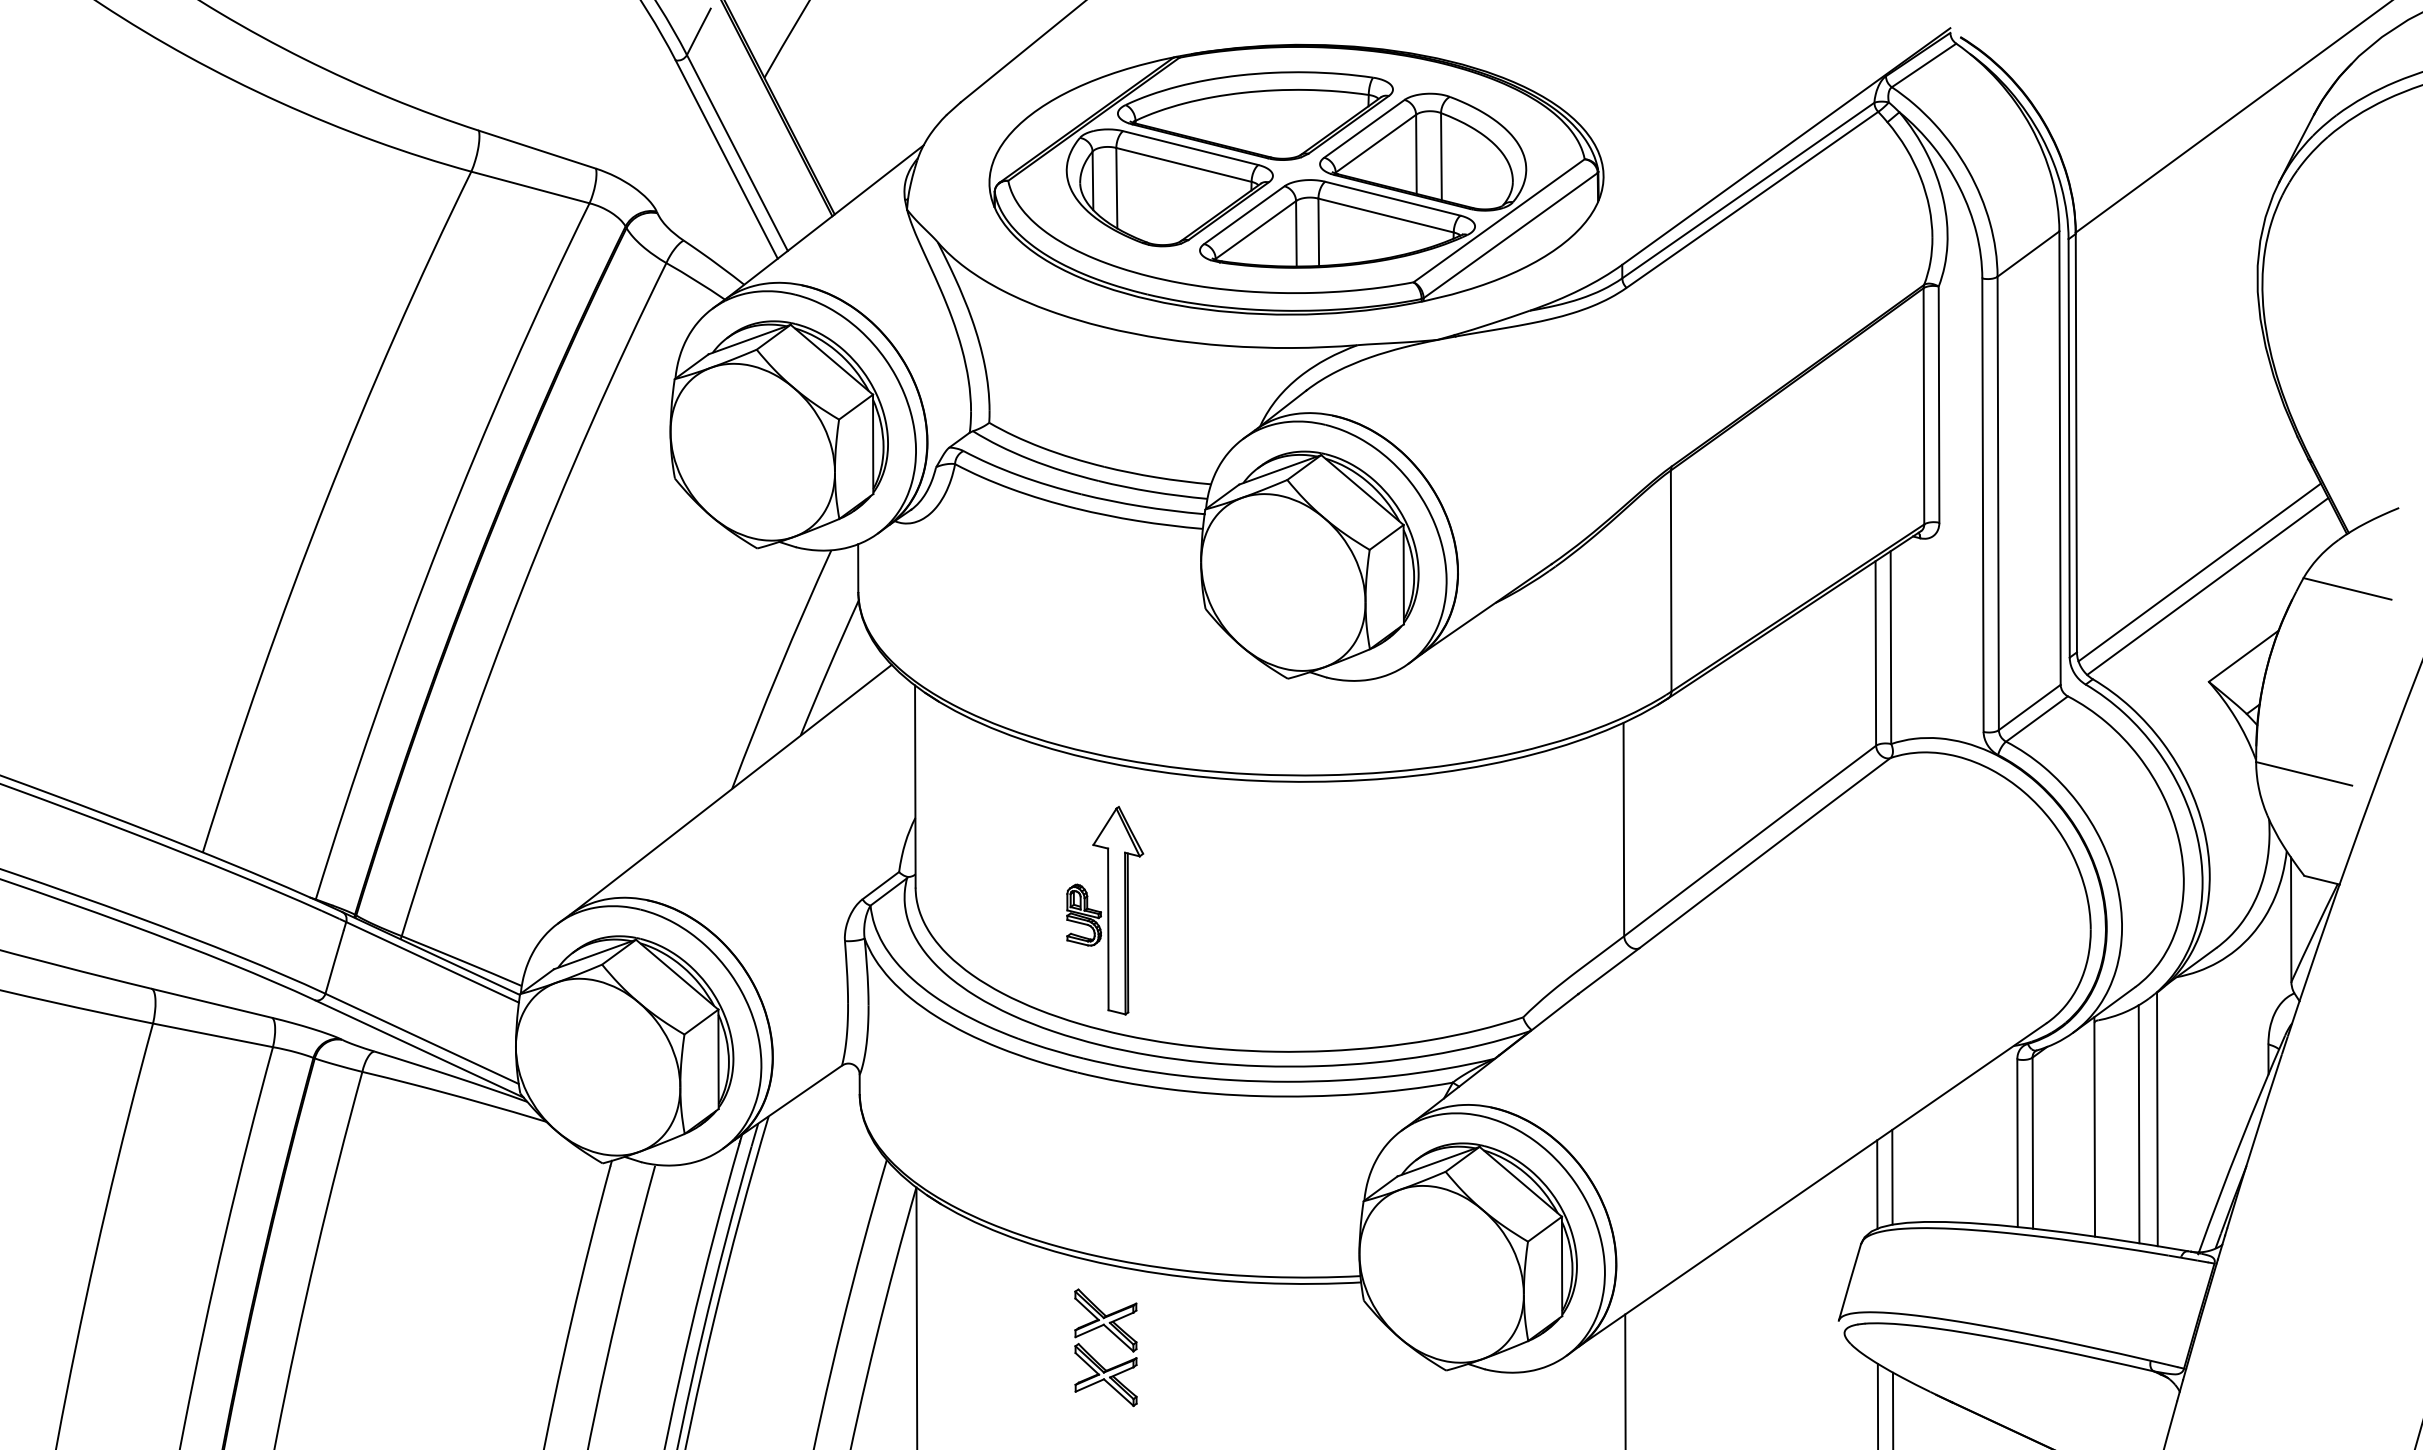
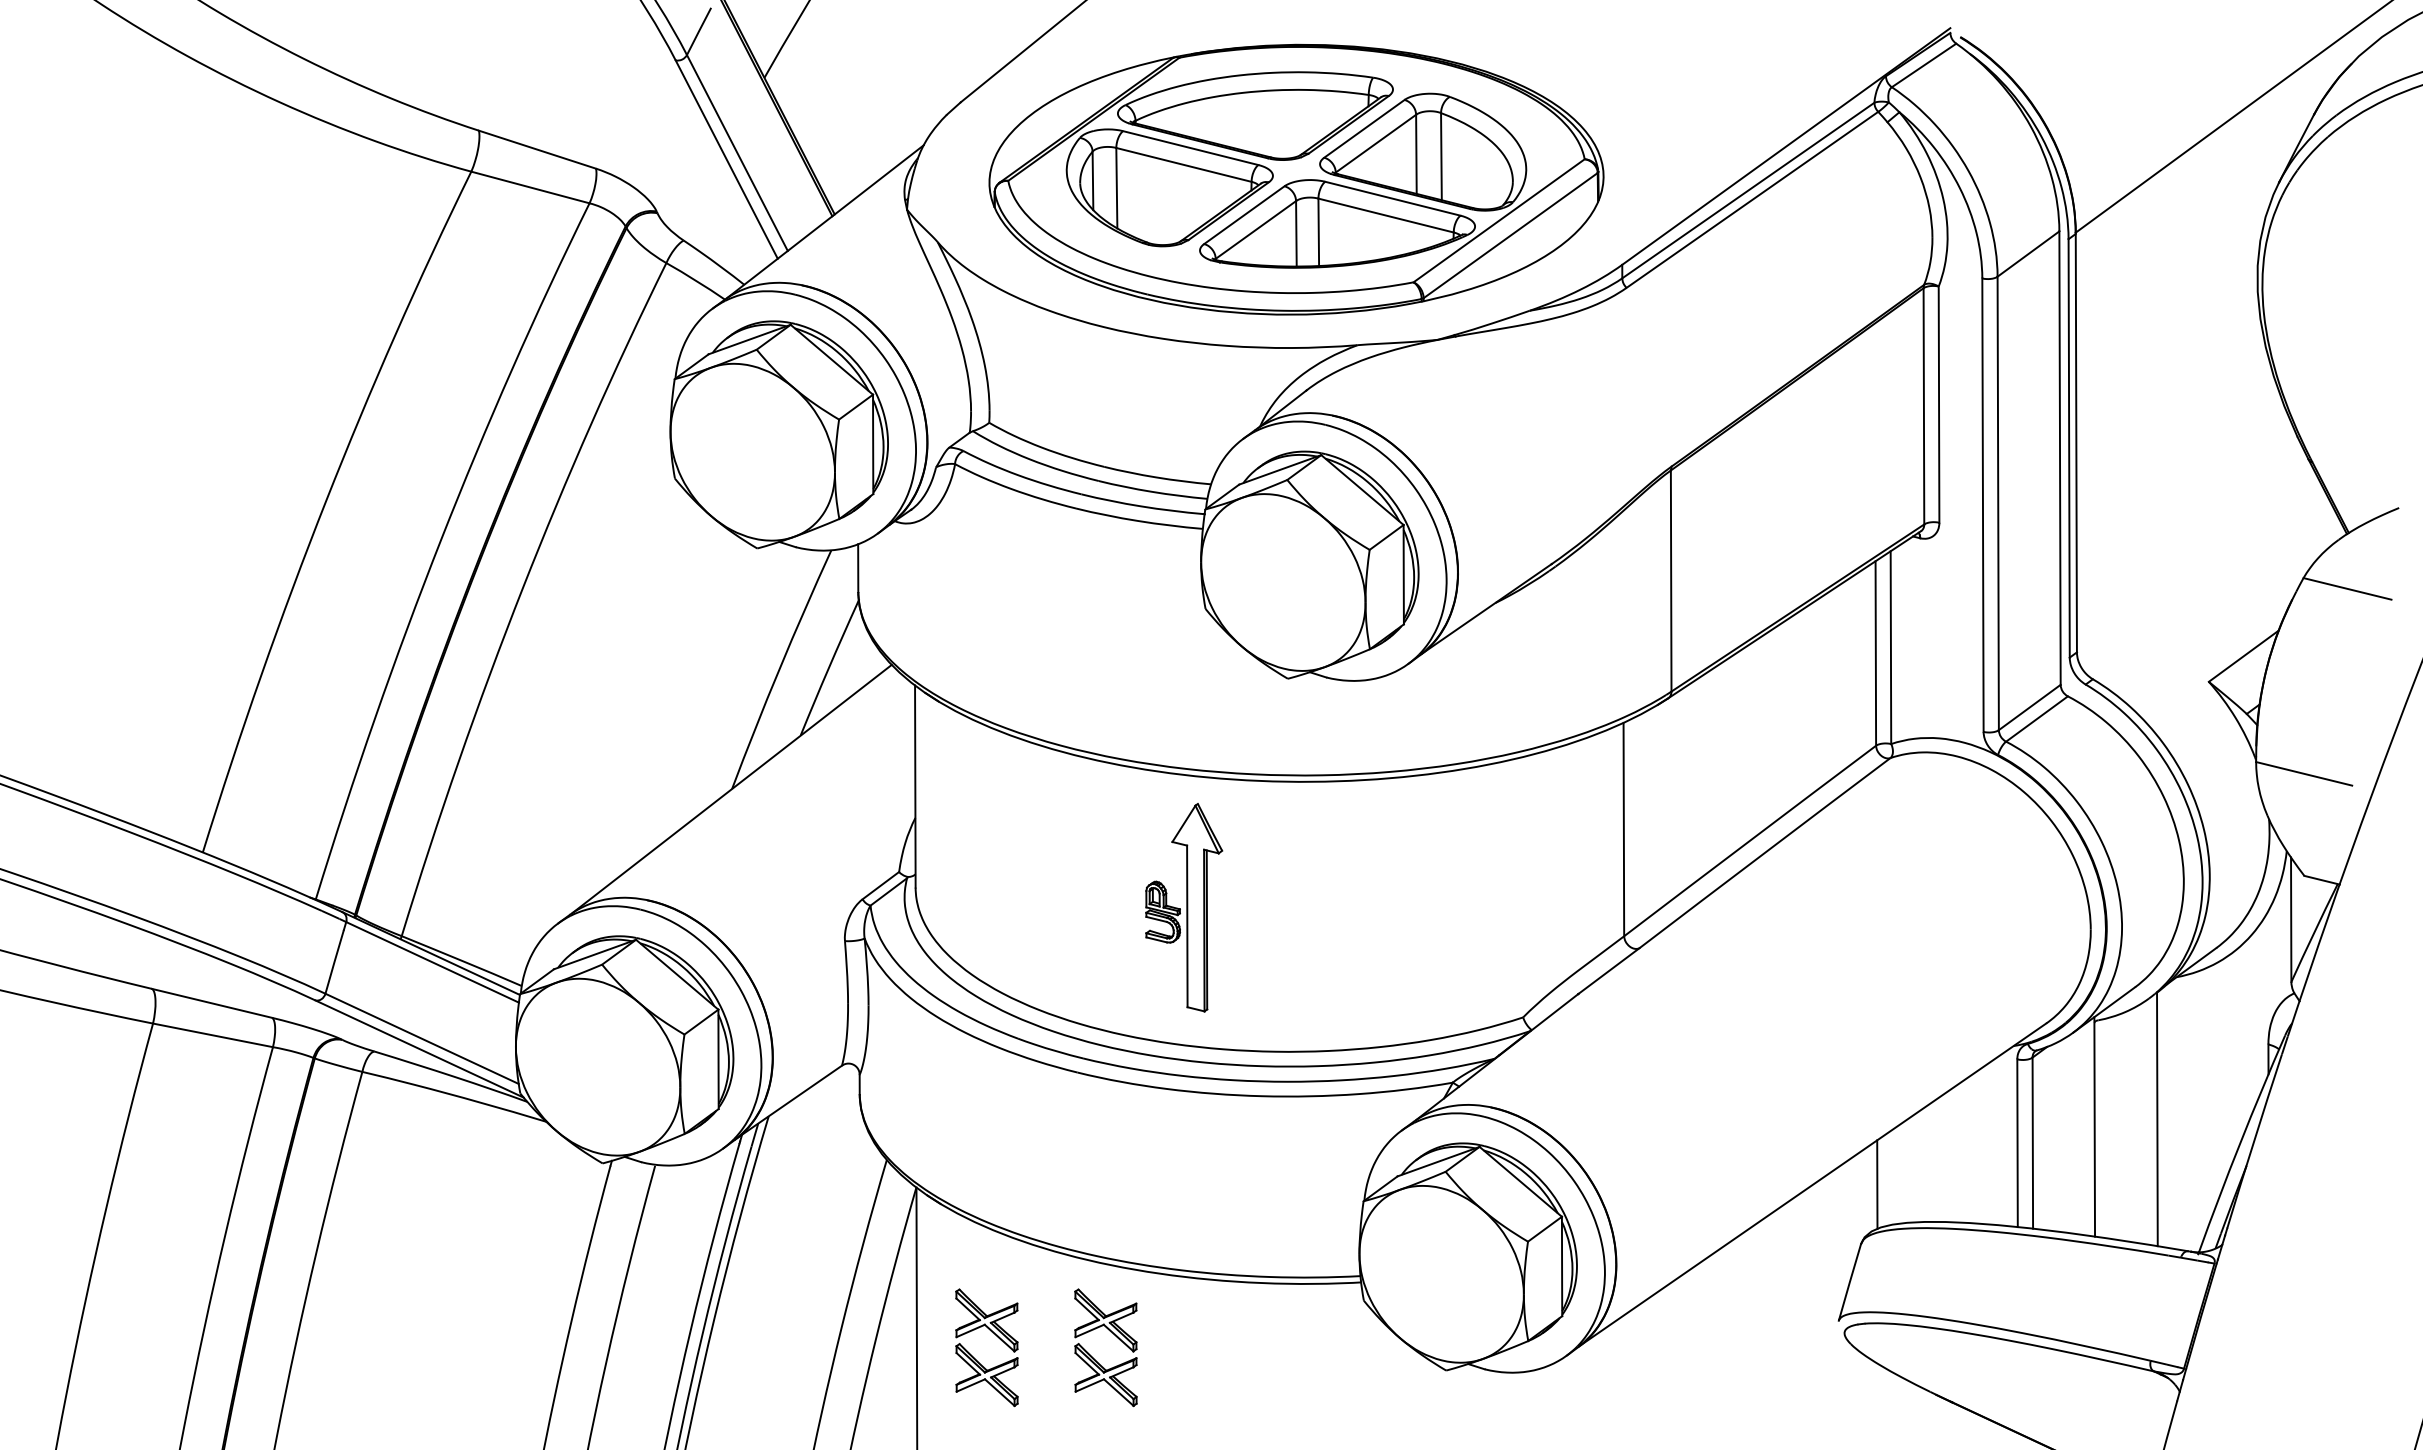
line at (2199, 572): present -> none
line at (2207, 586): present -> none
part at (1105, 910) position: (1105, 910) -> (1184, 907)
line at (2138, 1124): present -> none
line at (1892, 1176): present -> none
part at (996, 1336): none -> present
line at (1625, 1380): present -> none
line at (1877, 1405): present -> none
line at (1892, 1409): present -> none
